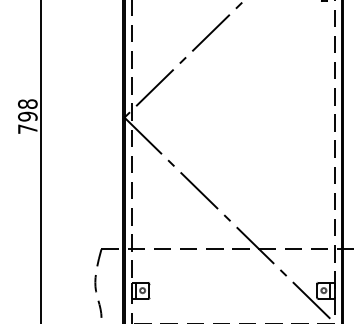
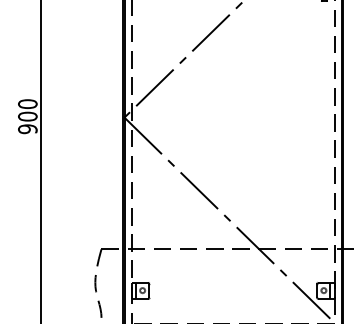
text at (27, 116): 798 -> 900
